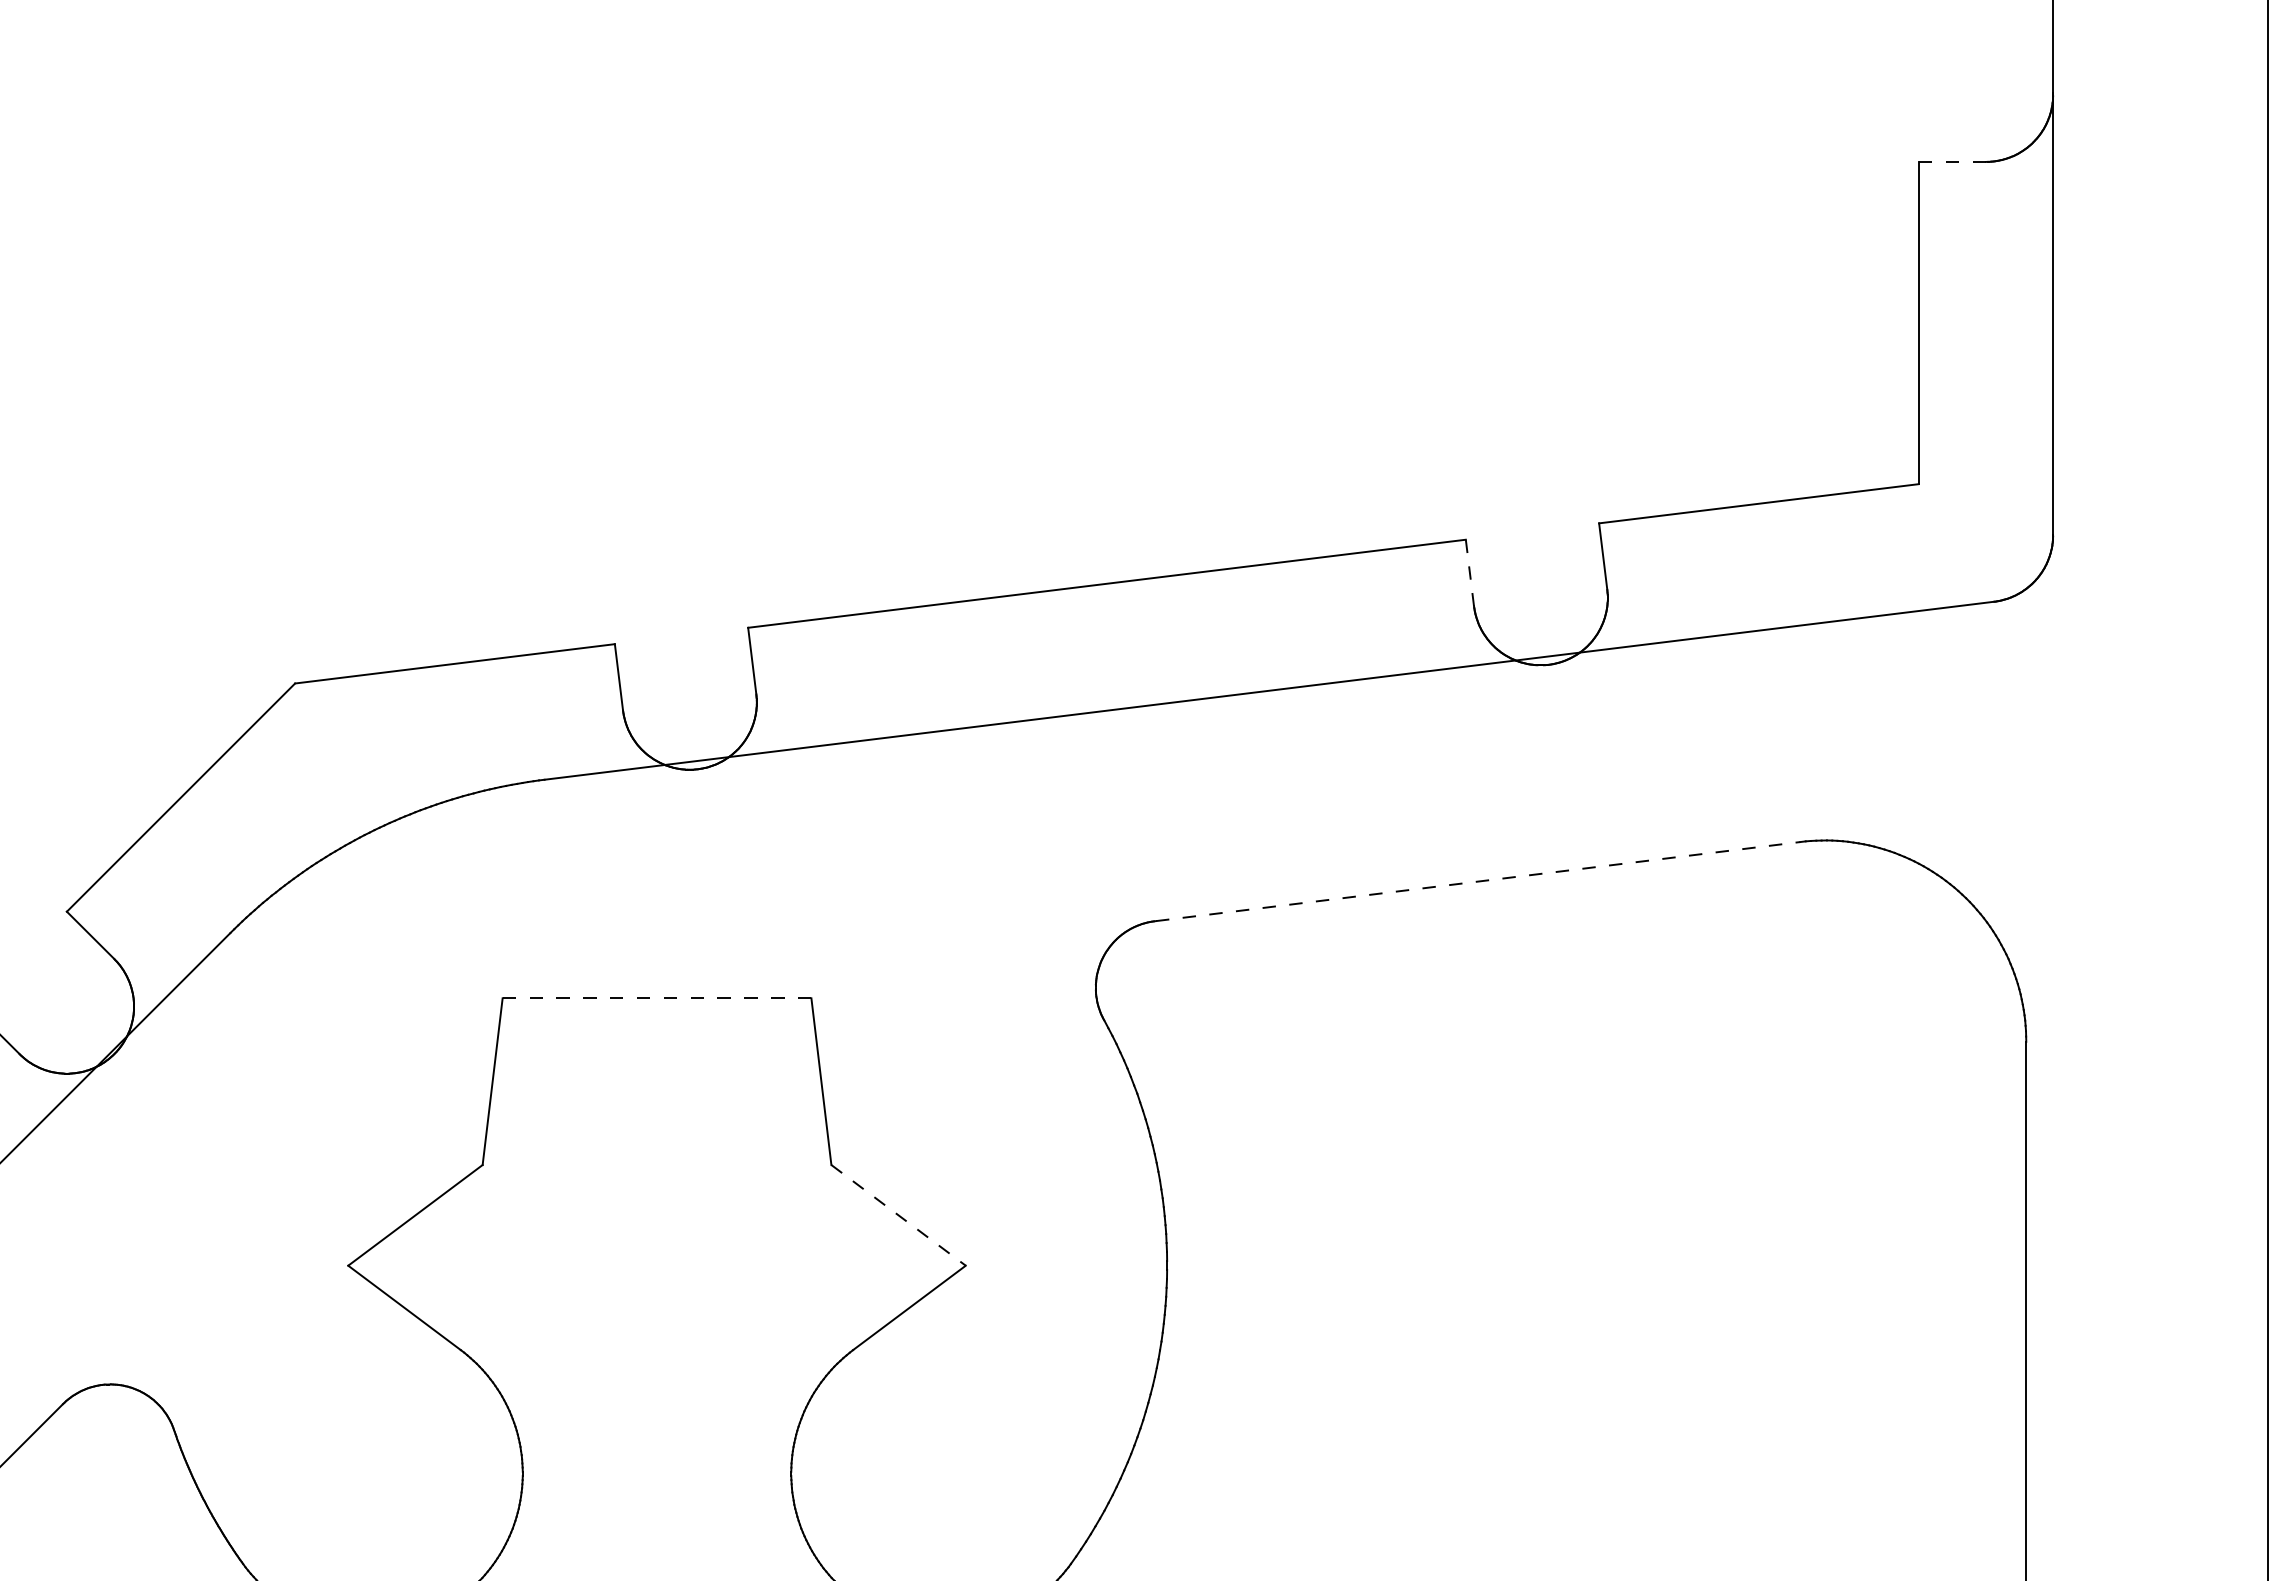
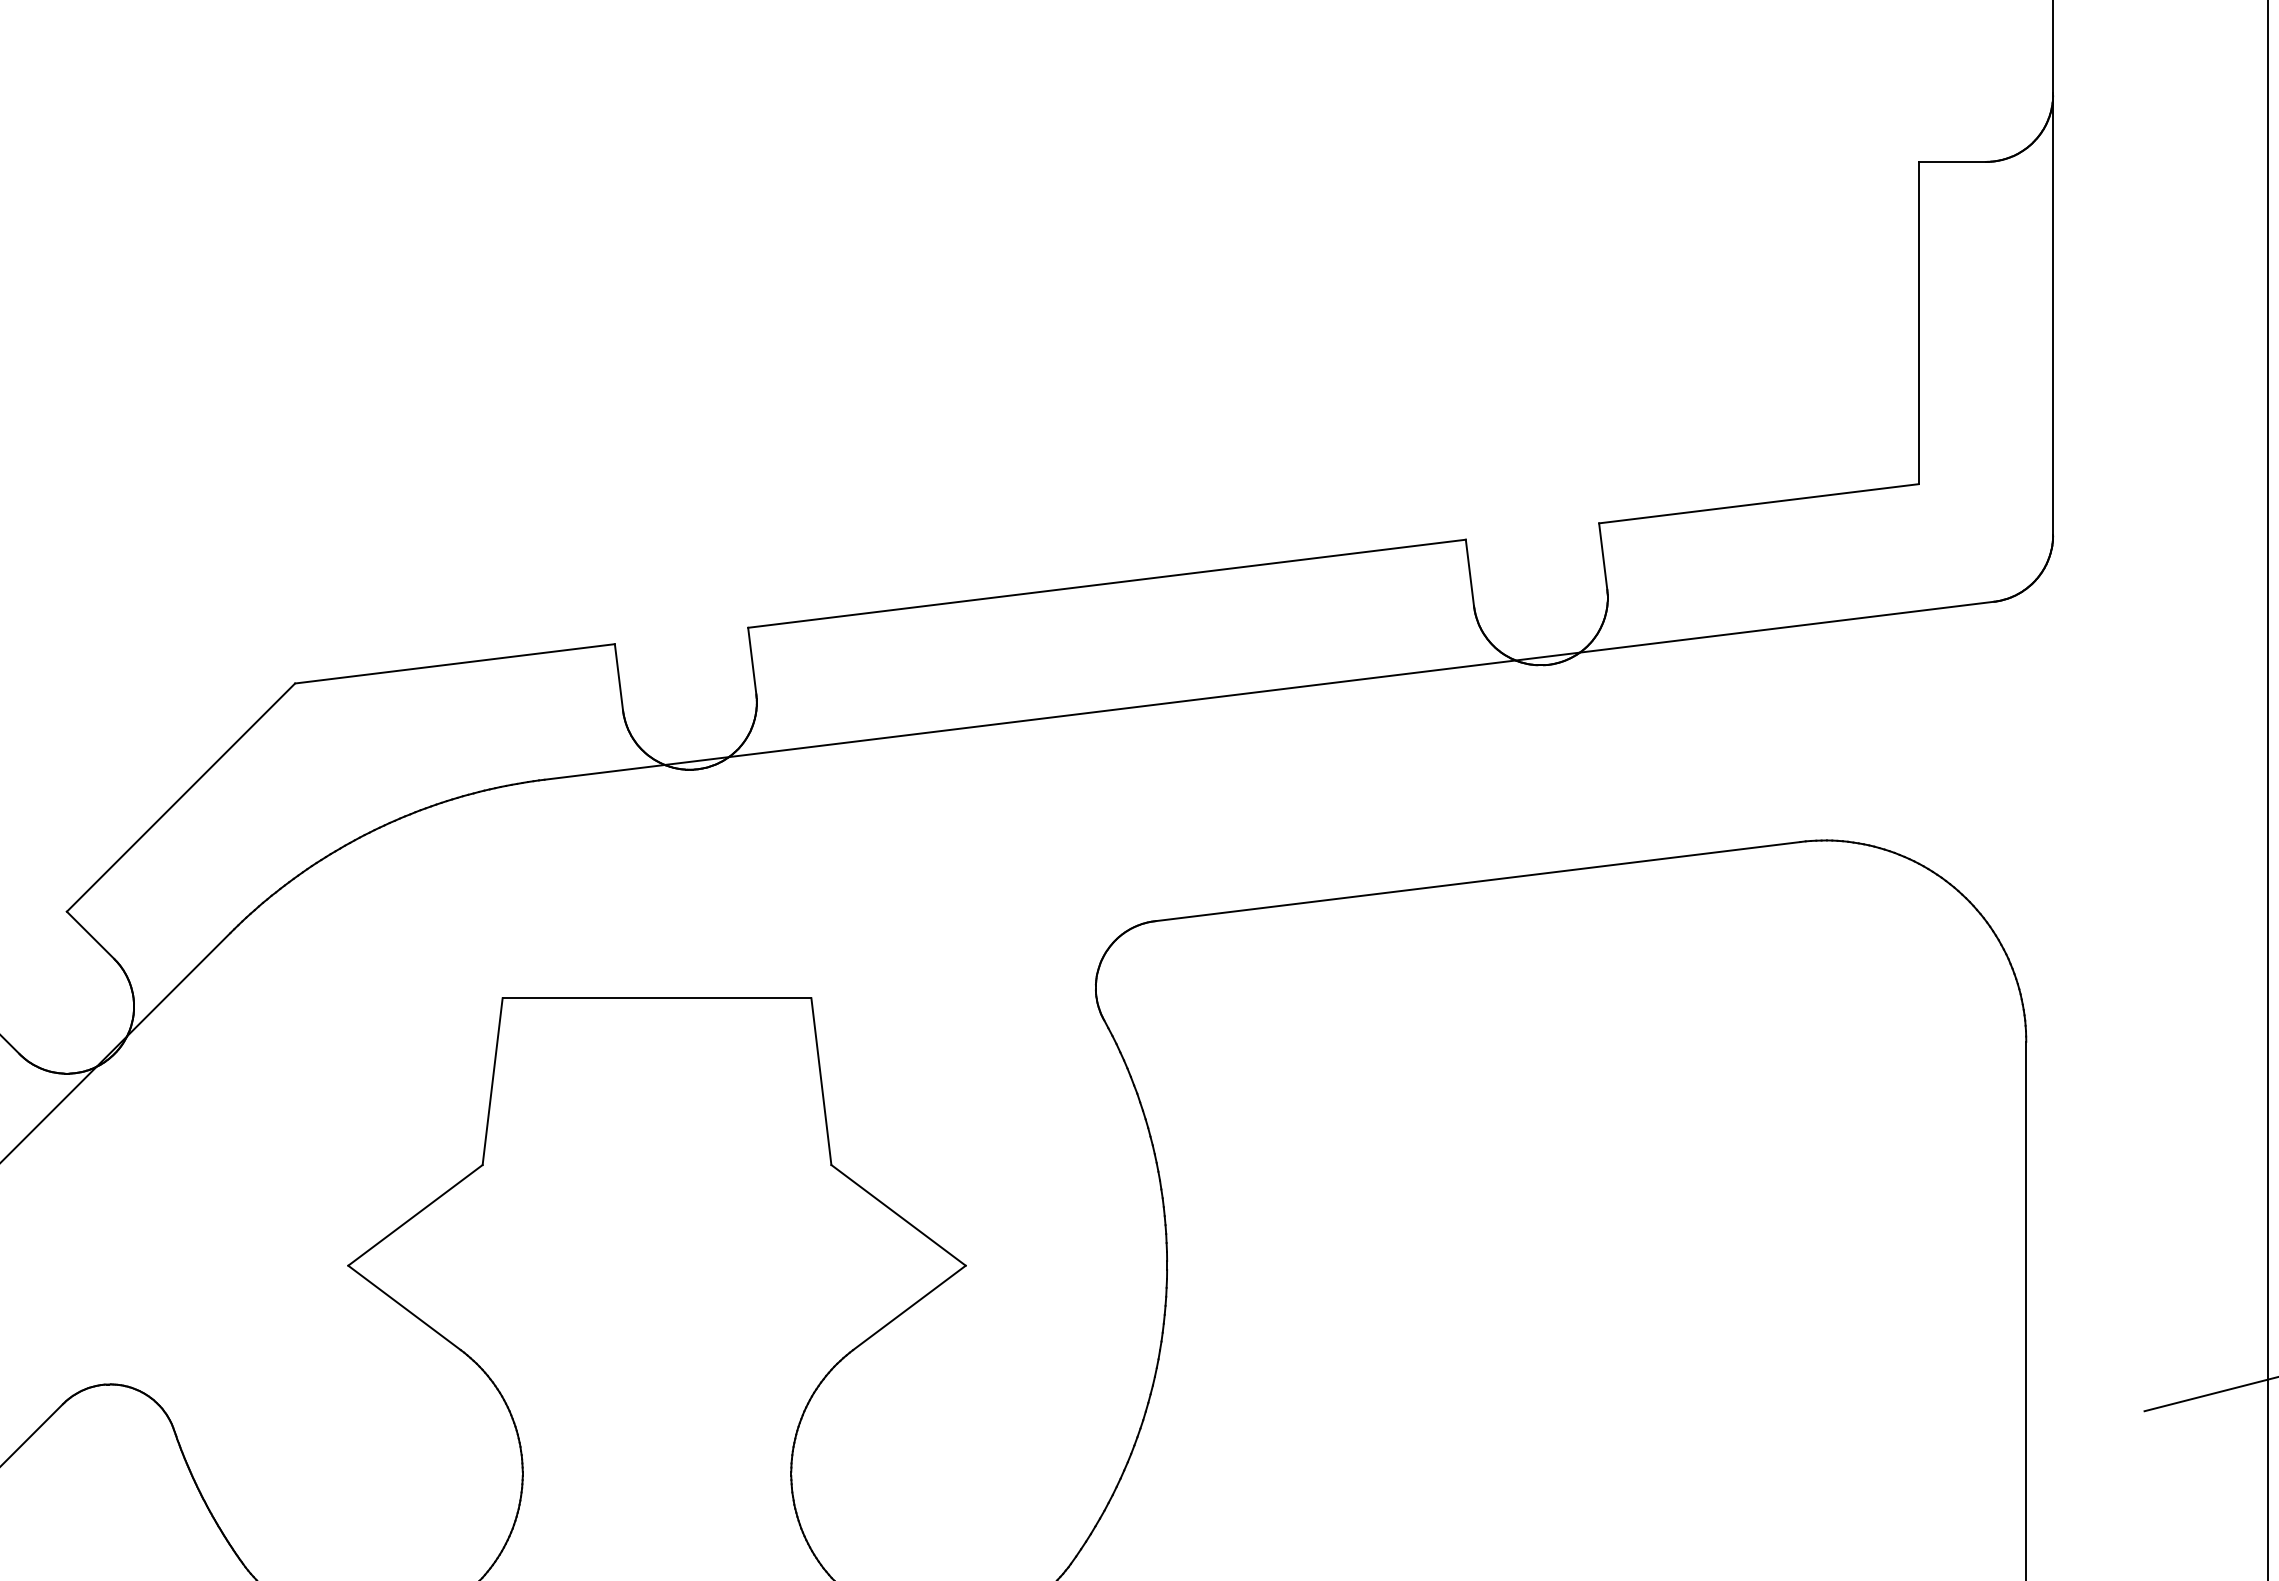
line at (1952, 161): dashed -> solid
line at (1469, 573): dashed -> solid
line at (1478, 881): dashed -> solid
line at (657, 998): dashed -> solid
line at (898, 1215): dashed -> solid
line at (2209, 1394): none -> present
